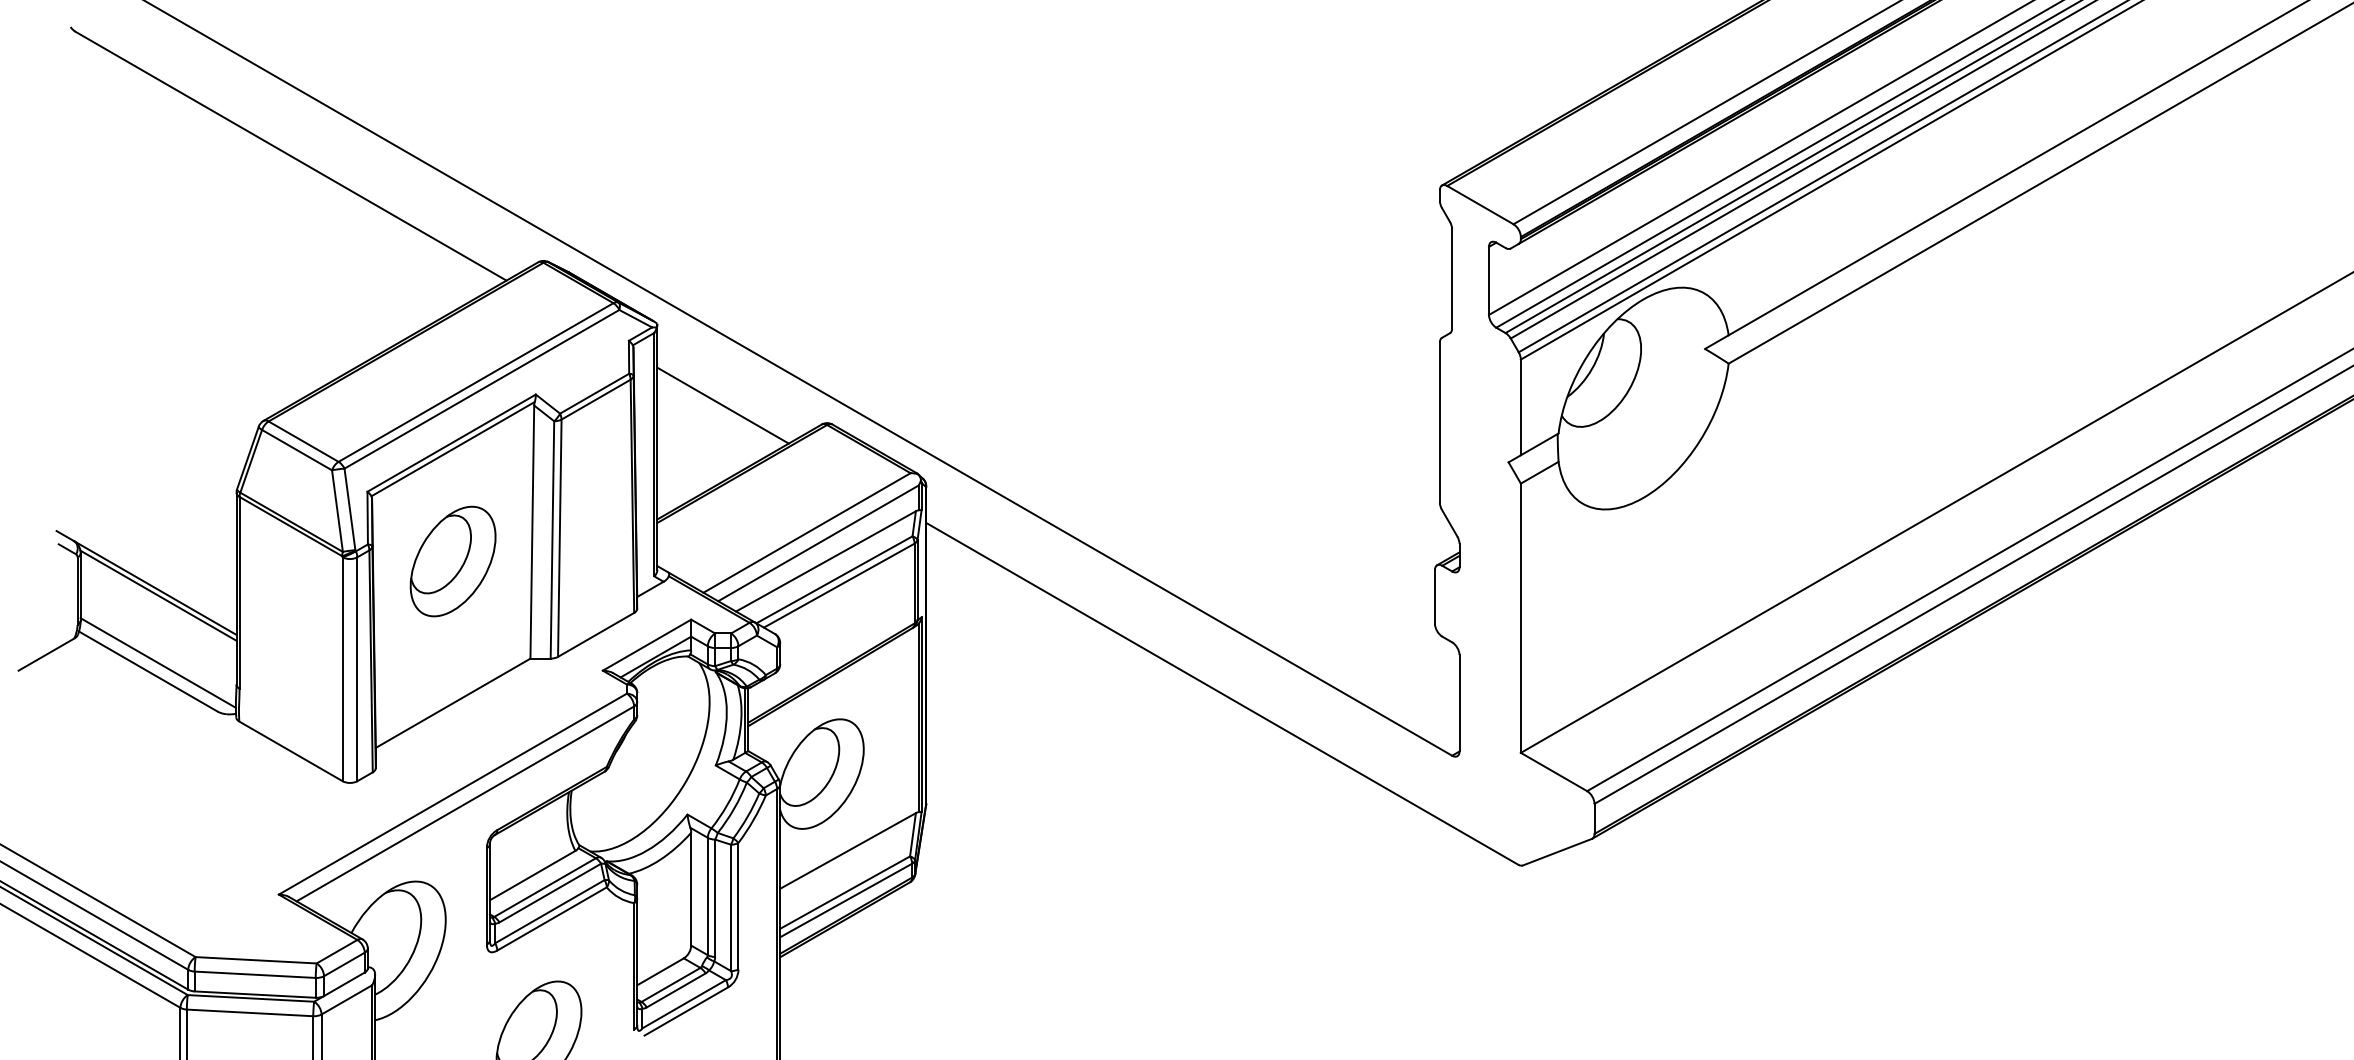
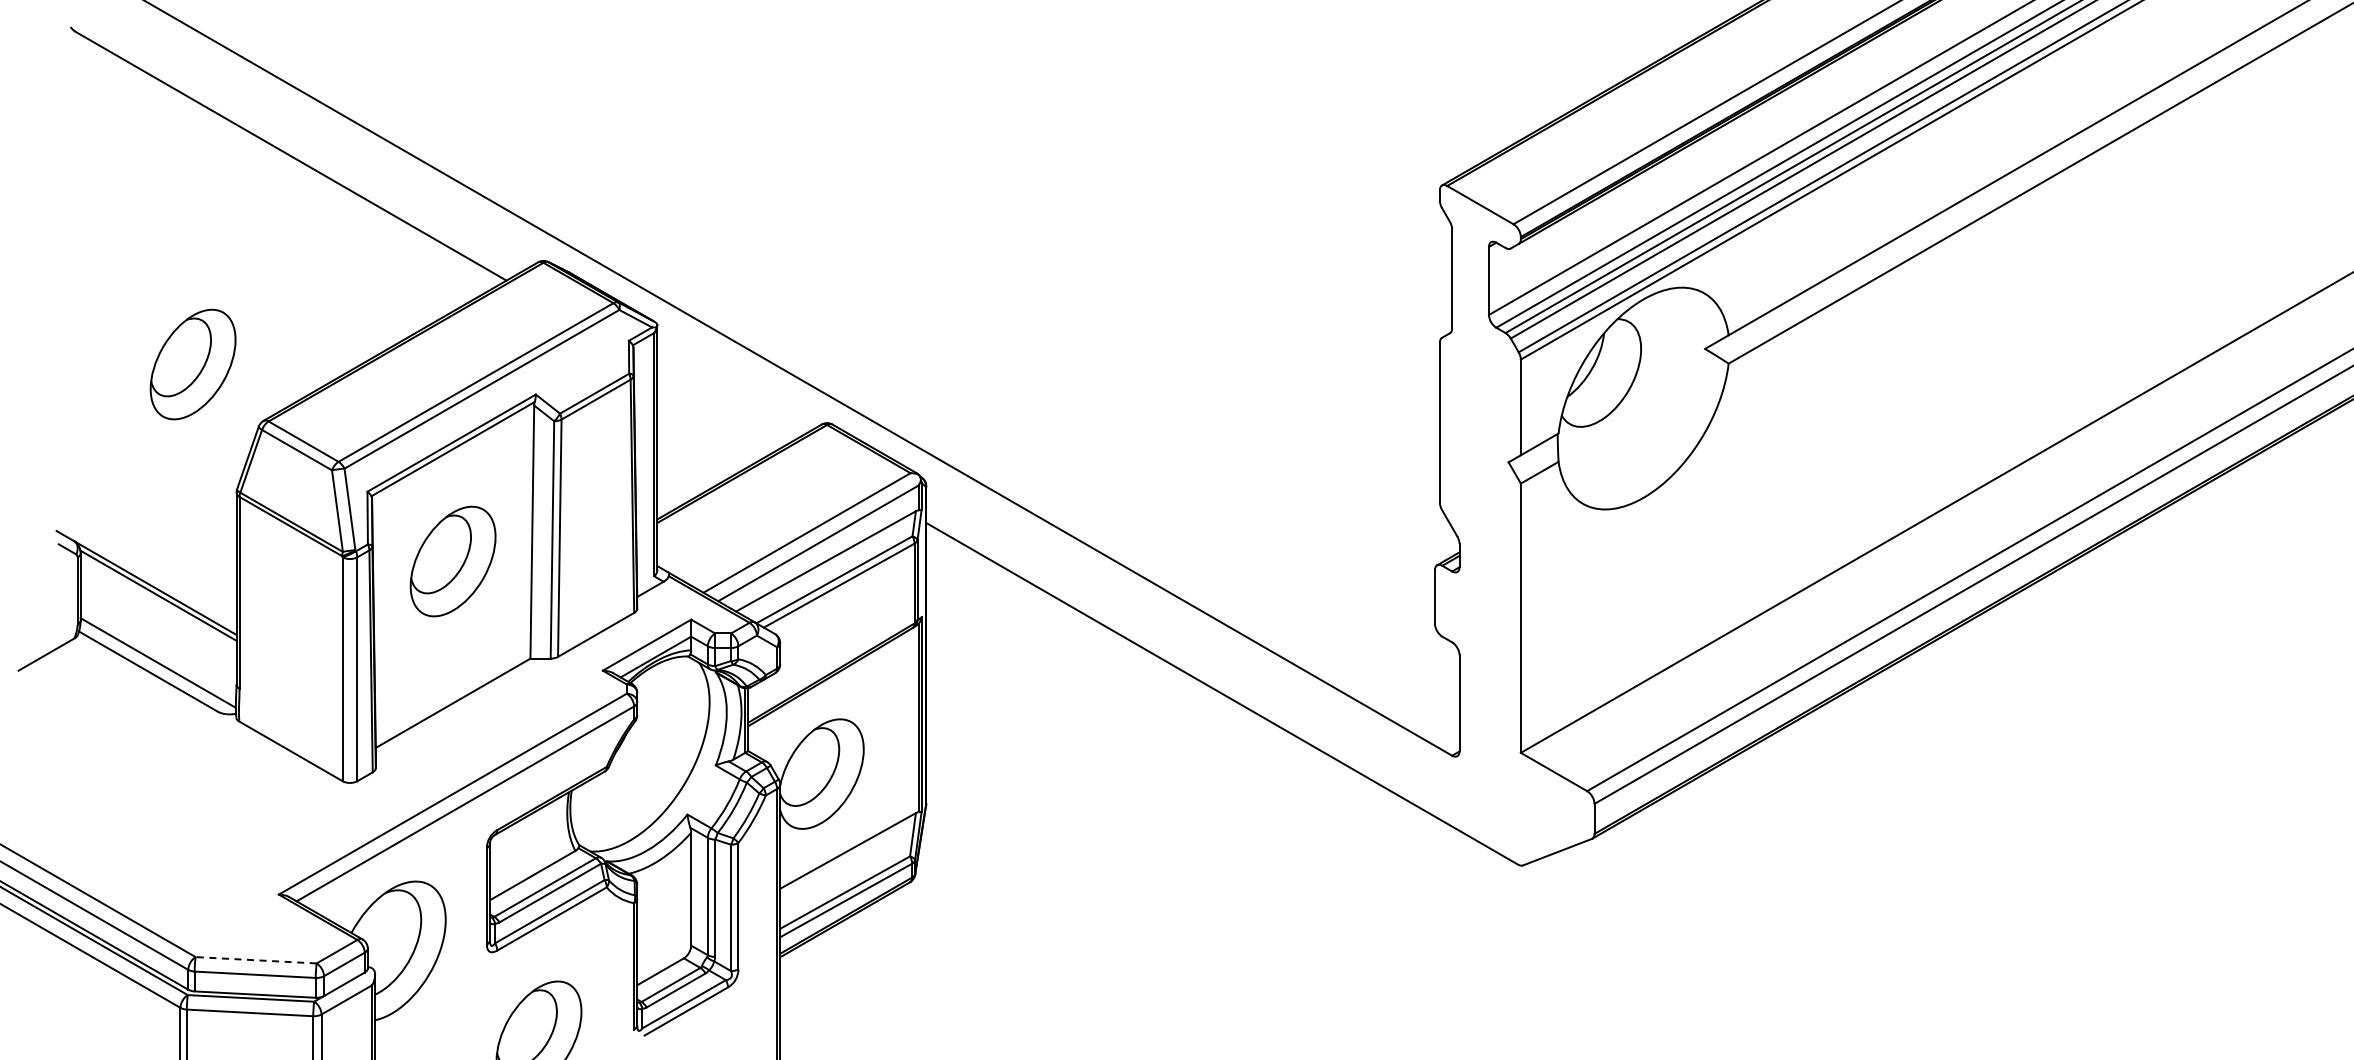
part at (192, 364): none -> present
line at (722, 405): present -> none
line at (256, 960): solid -> dashed
